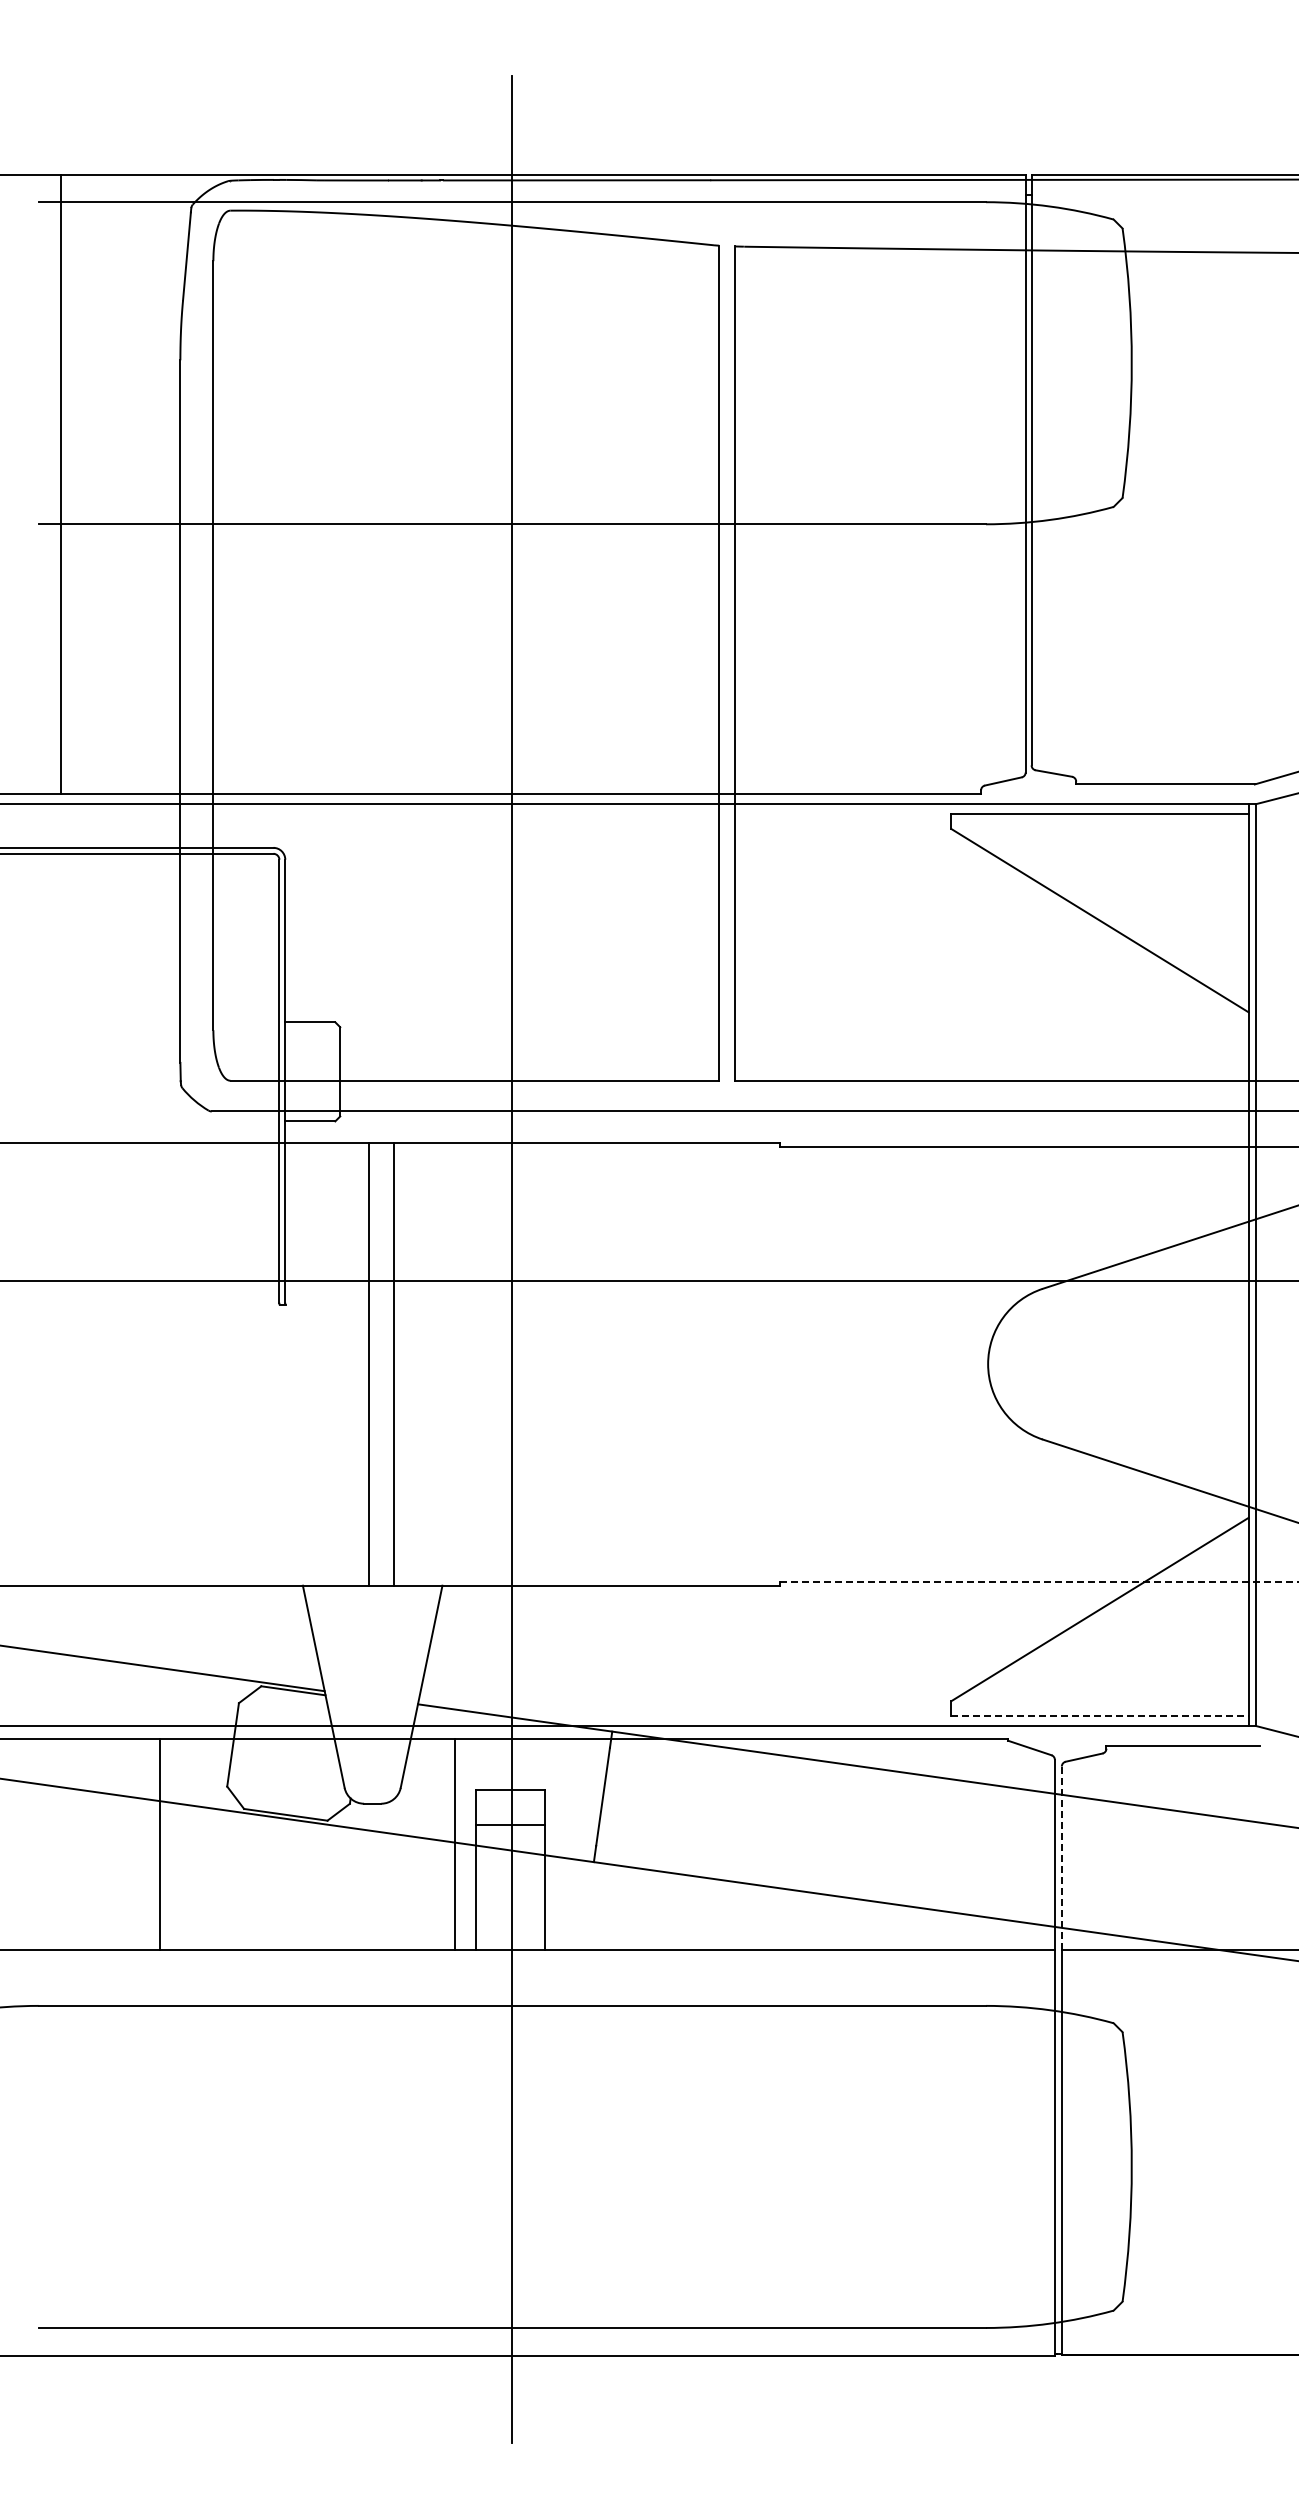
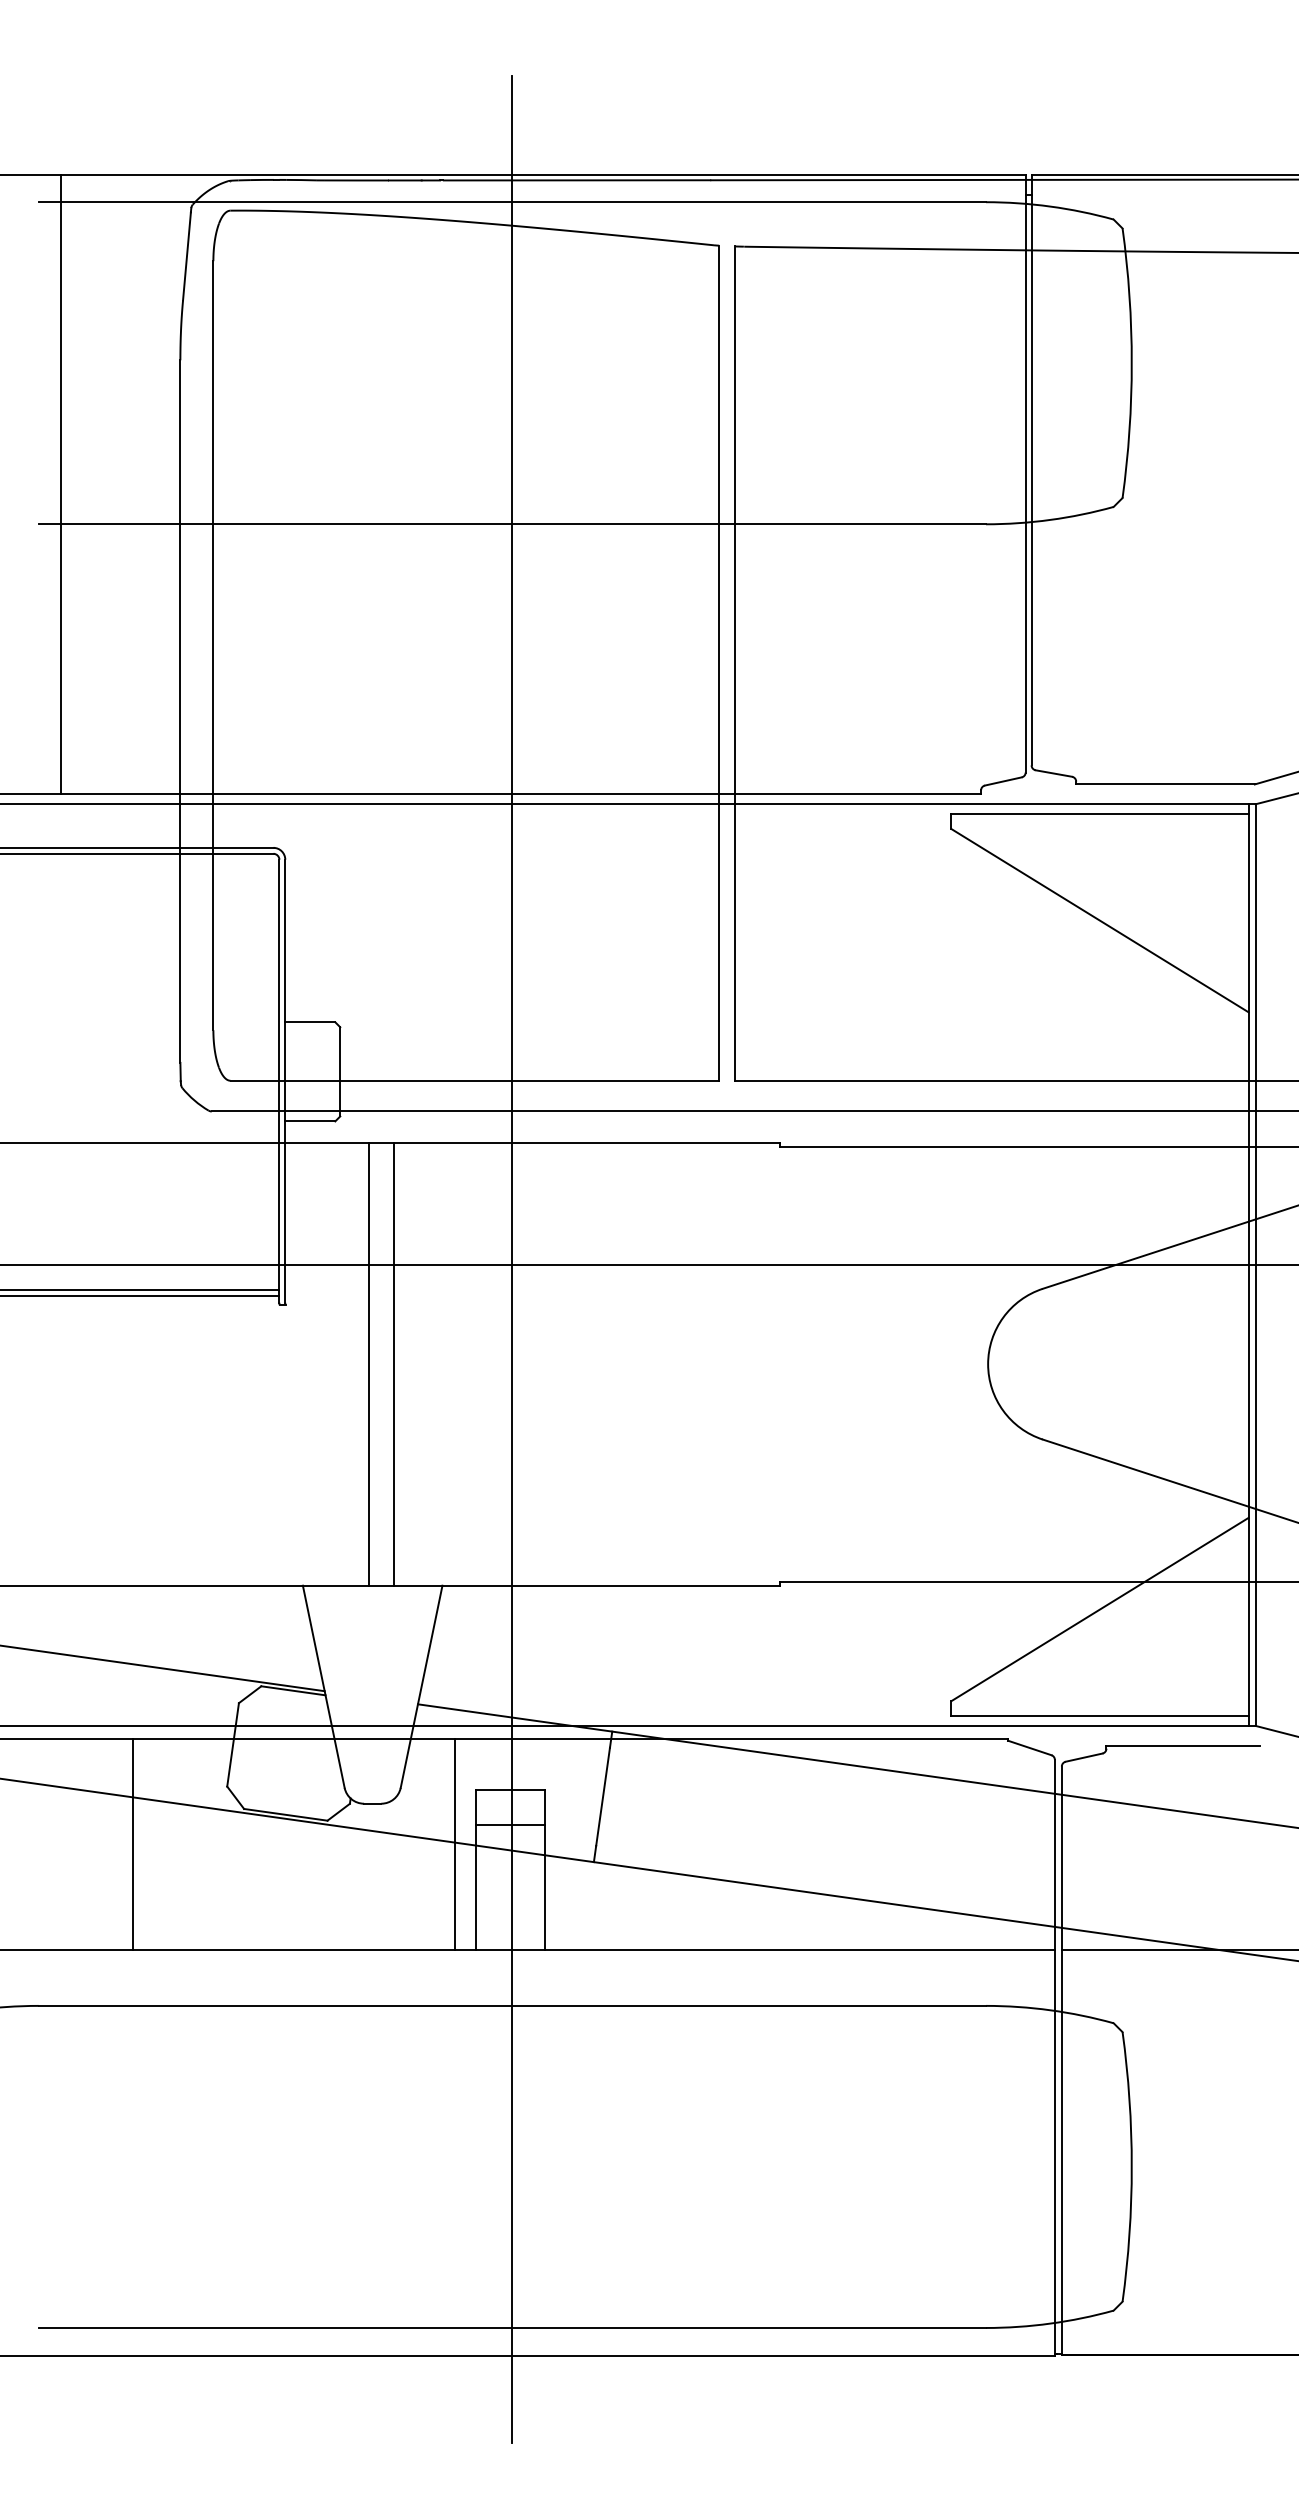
line at (648, 1281) position: (648, 1281) -> (648, 1265)
line at (140, 1289): none -> present
line at (140, 1295): none -> present
line at (1039, 1581): dashed -> solid
line at (1100, 1716): dashed -> solid
line at (159, 1844) position: (159, 1844) -> (132, 1844)
line at (1061, 1858): dashed -> solid
